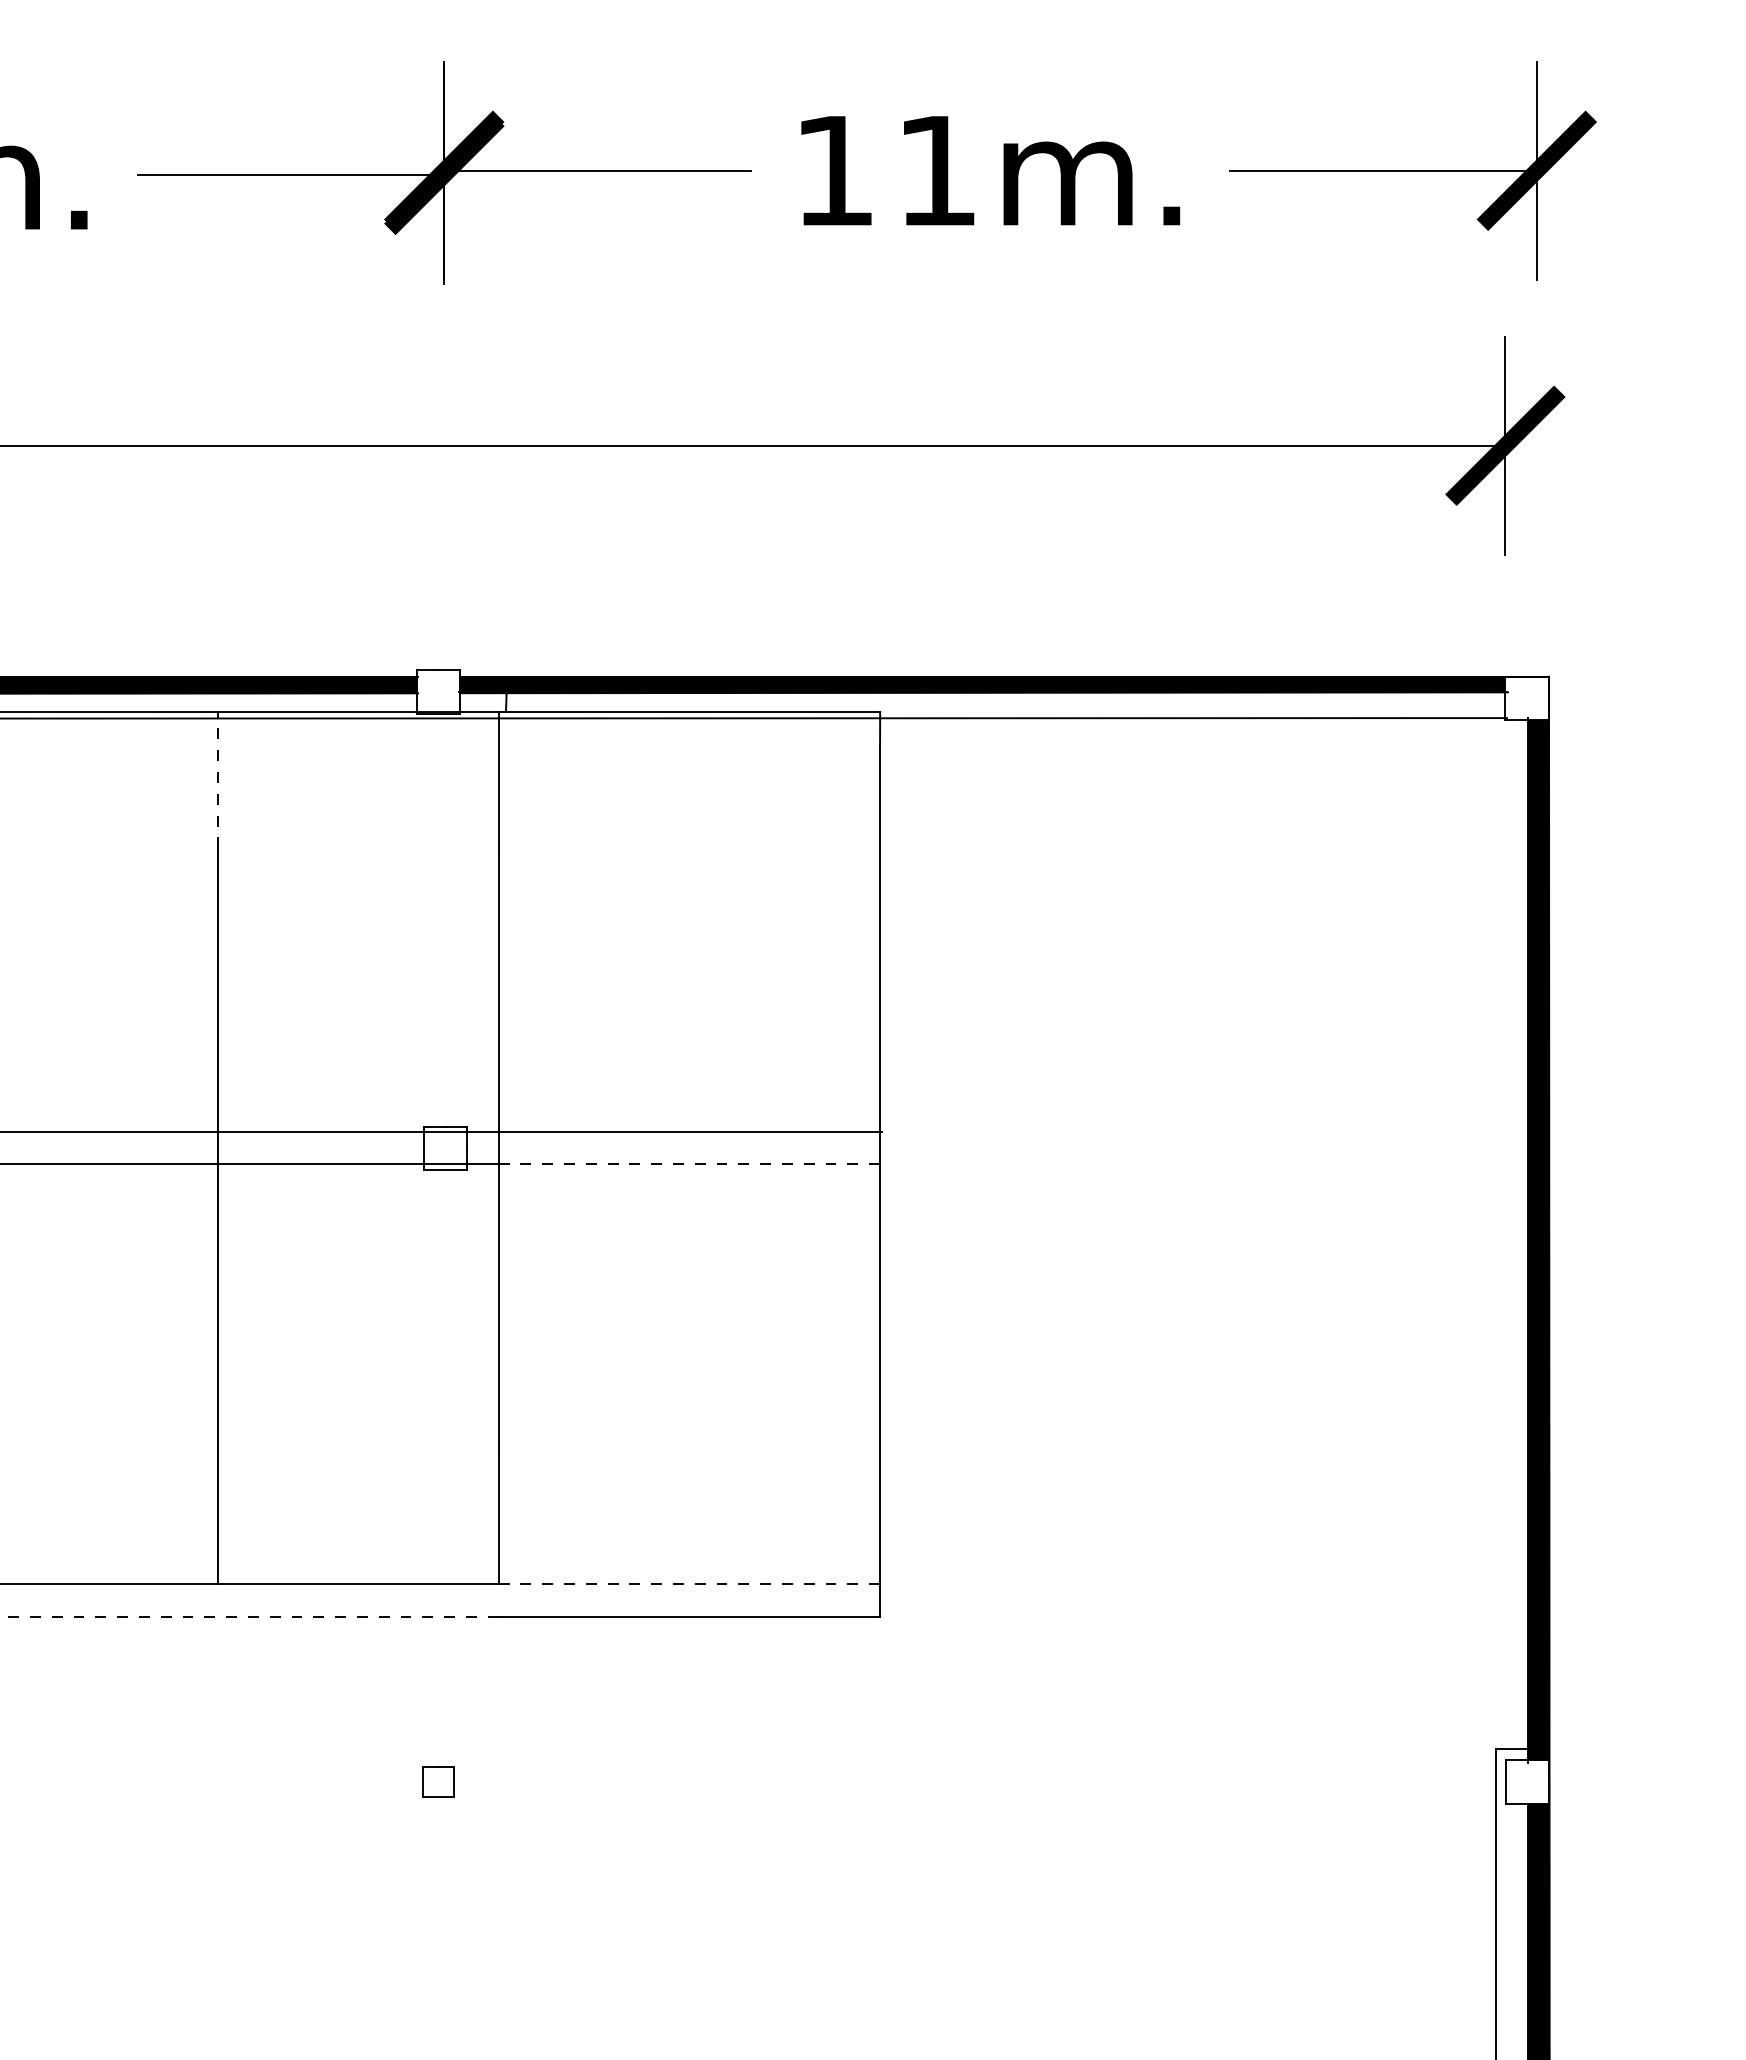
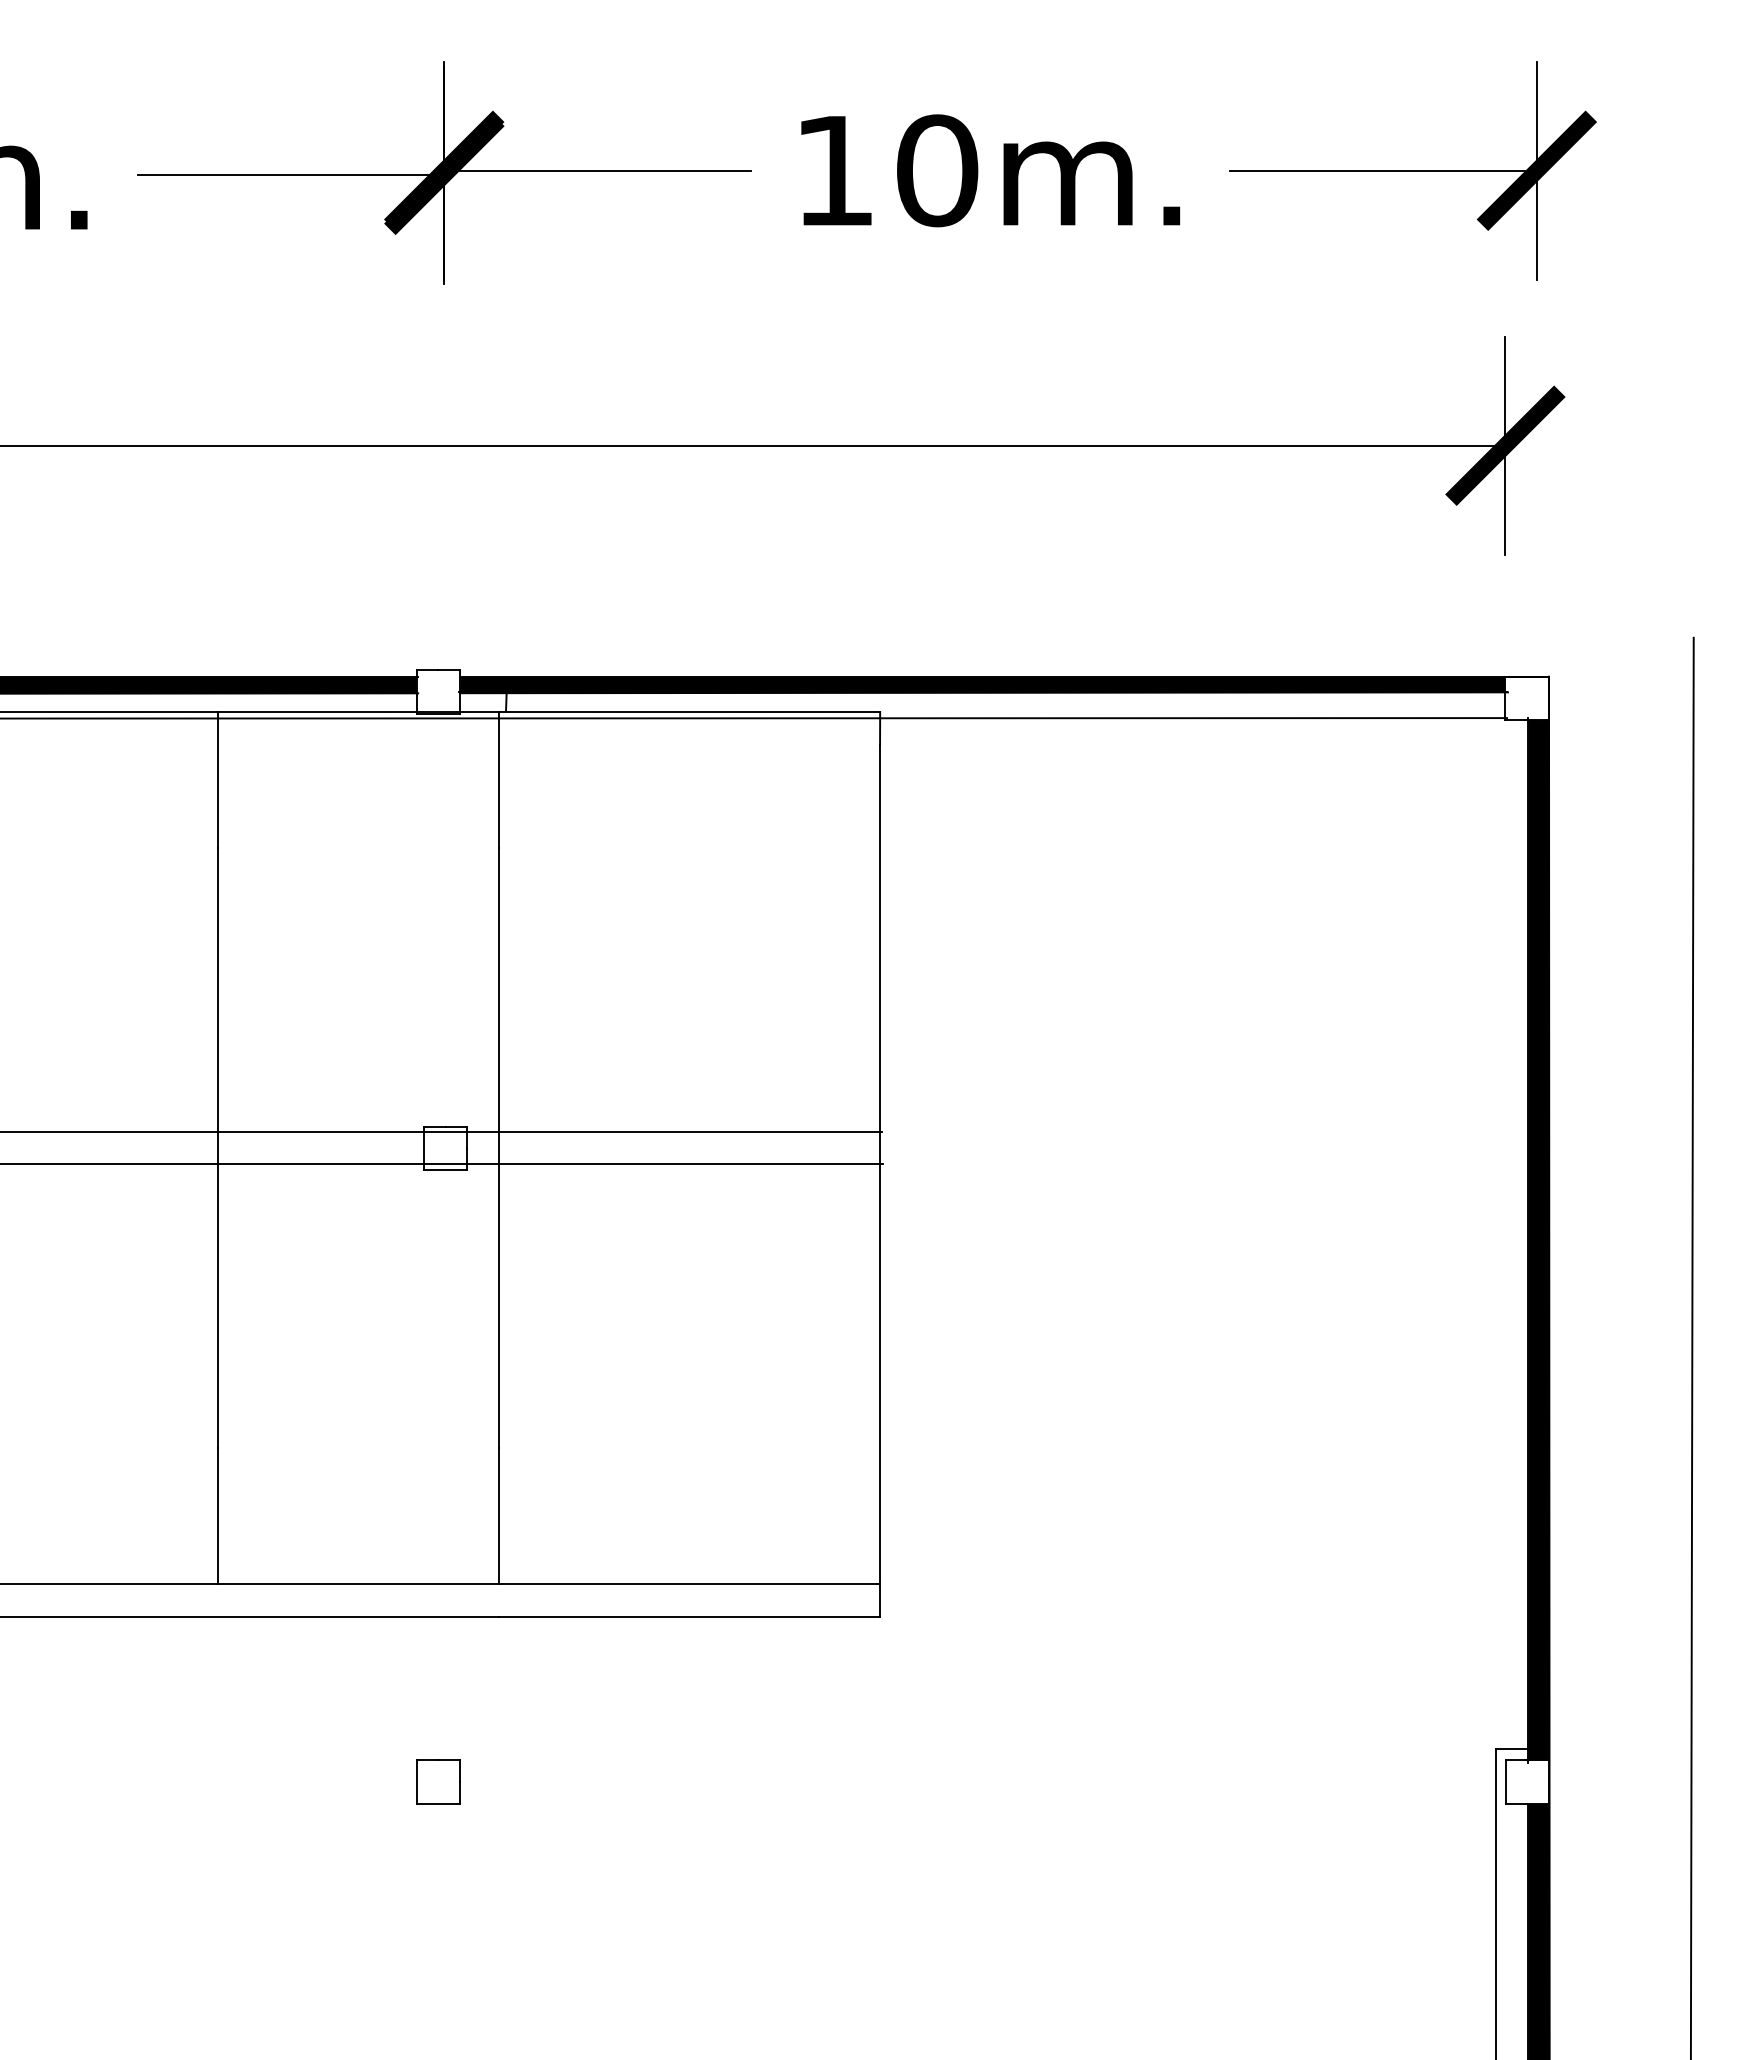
text at (937, 170): 11m. -> 10m.
line at (217, 779): dashed -> solid
line at (690, 1164): dashed -> solid
line at (1691, 1346): none -> present
line at (689, 1583): dashed -> solid
line at (249, 1616): dashed -> solid
part at (438, 1781) size: 33x32 px -> 45x46 px
